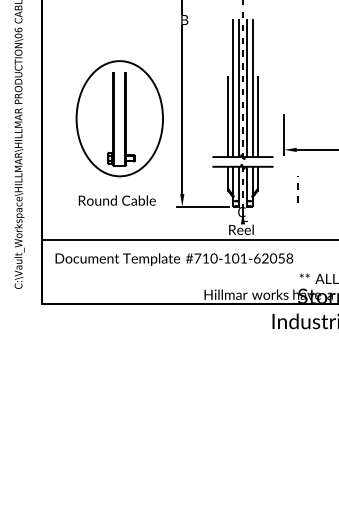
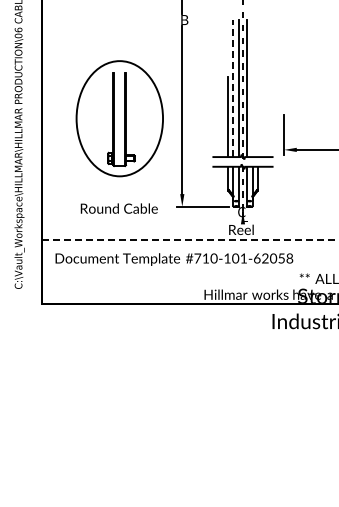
line at (233, 88): solid -> dashed
line at (252, 88): present -> none
line at (257, 117): present -> none
line at (297, 189): present -> none
text at (116, 200) position: (116, 200) -> (118, 208)
line at (189, 239): solid -> dashed
